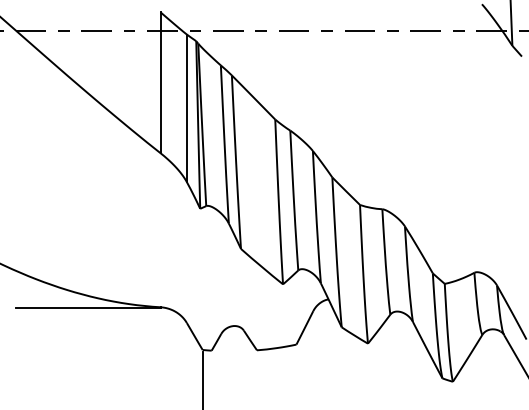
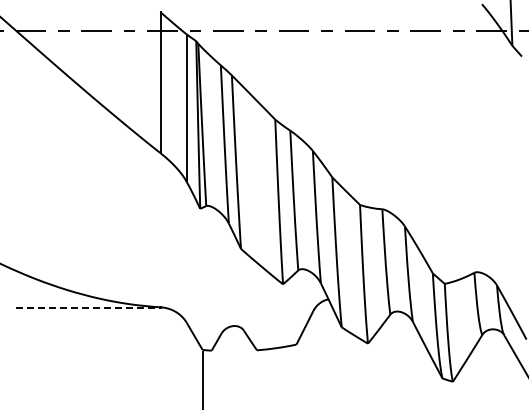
line at (88, 307): solid -> dashed
